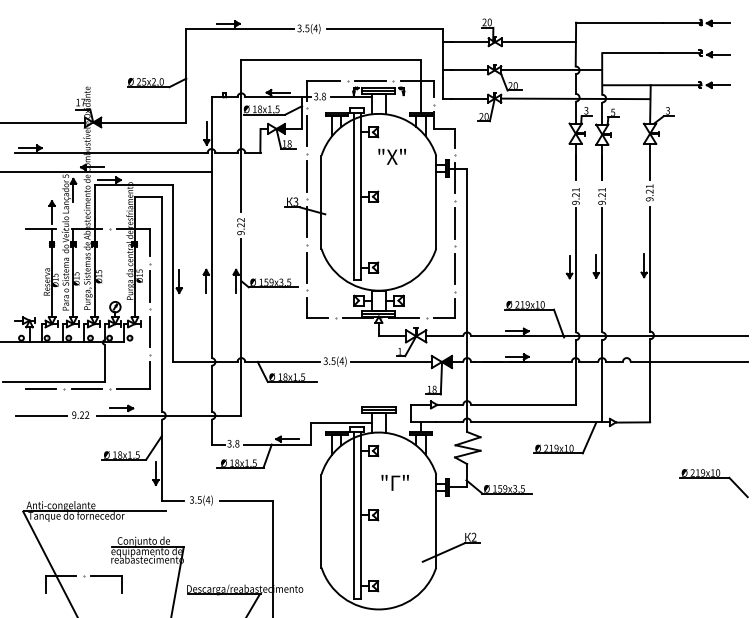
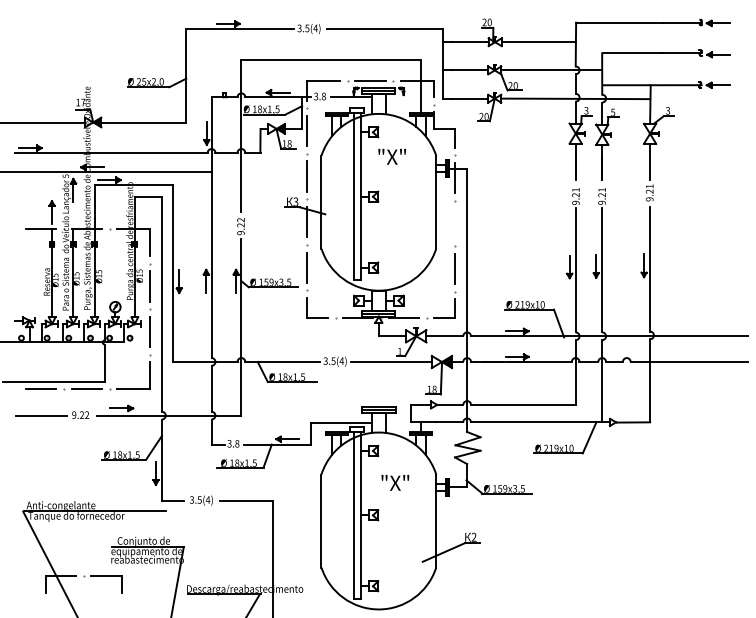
line at (455, 223): present -> none
text at (399, 482): "Г" -> "Х"
part at (713, 483): present -> none
